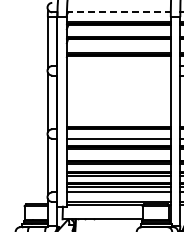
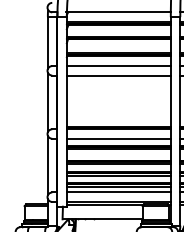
line at (119, 12): dashed -> solid
line at (118, 66): none -> present
line at (118, 75): none -> present
